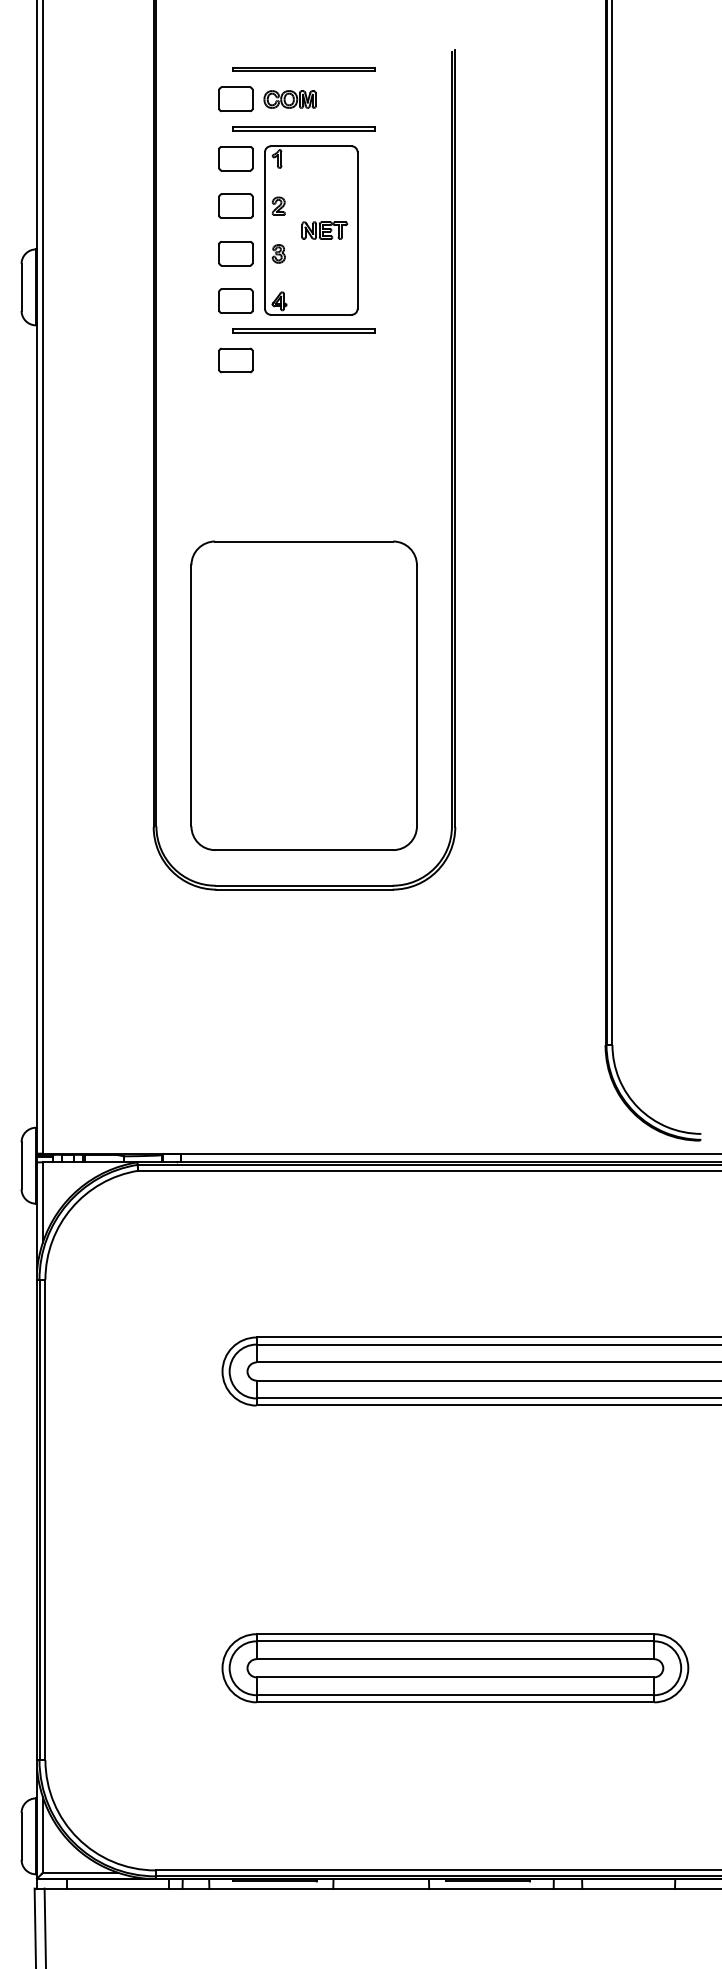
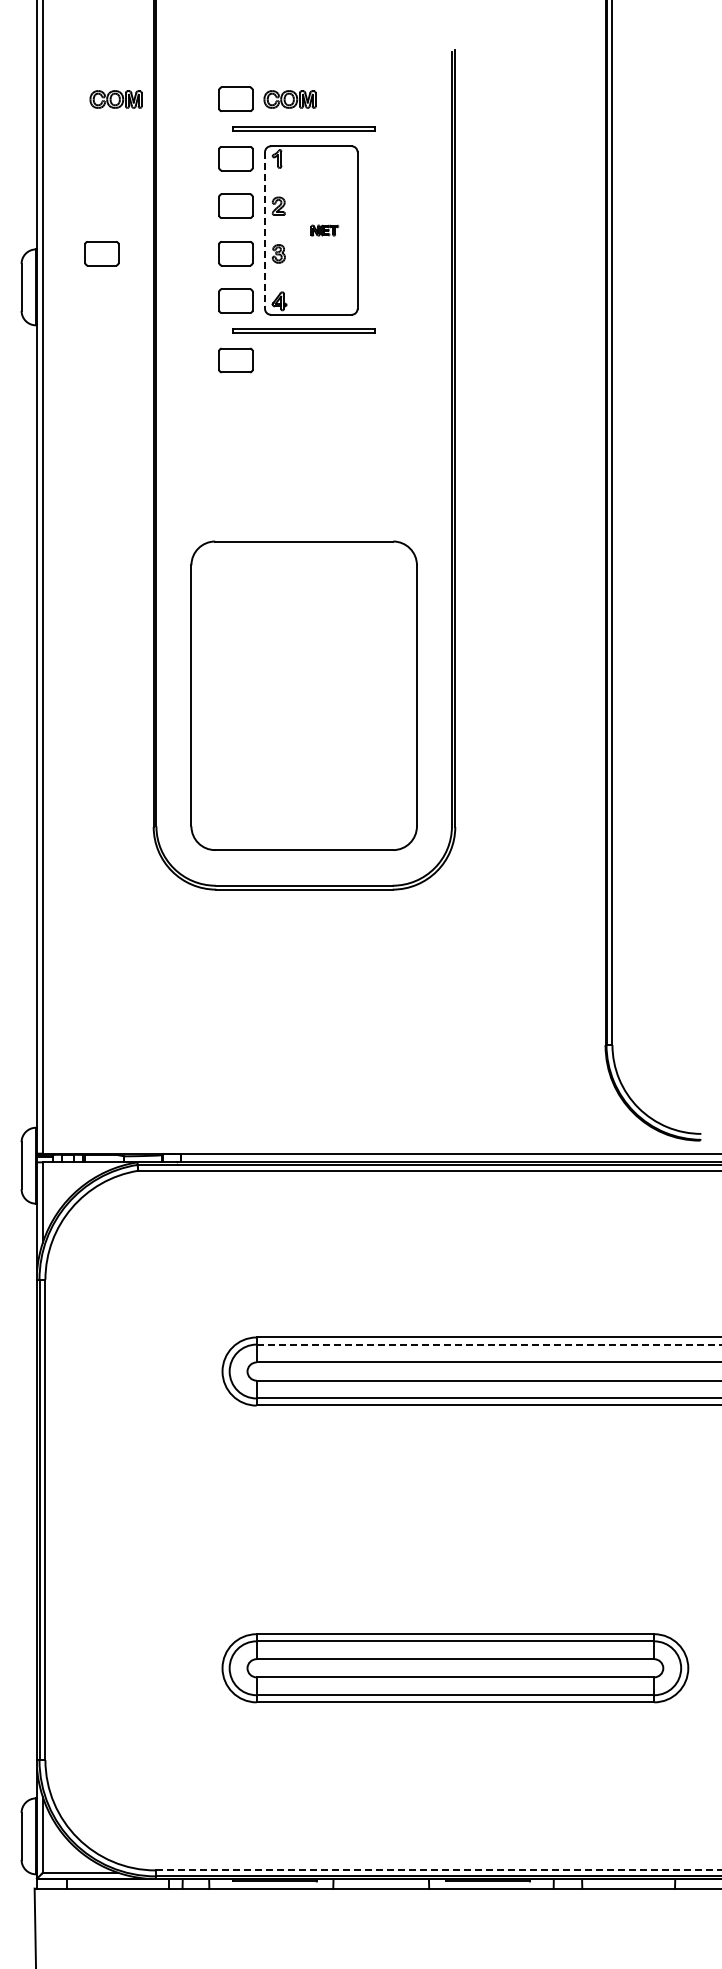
line at (303, 68): present -> none
part at (115, 99): none -> present
part at (324, 230) size: 48x19 px -> 30x13 px
line at (265, 231): solid -> dashed
part at (101, 253): none -> present
line at (489, 1344): solid -> dashed
line at (438, 1870): solid -> dashed
line at (44, 1926): present -> none
